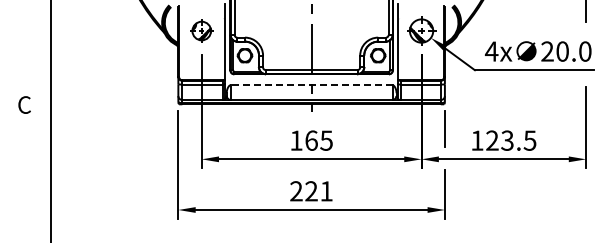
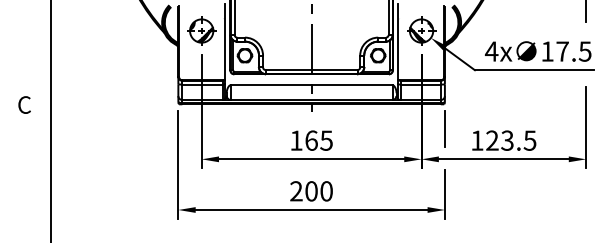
part at (201, 30) size: 24x24 px -> 30x30 px
text at (566, 51): 20.0 -> 17.5
line at (311, 85): dashed -> solid
text at (318, 191): 221 -> 200
